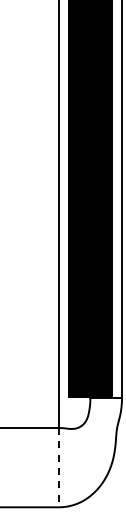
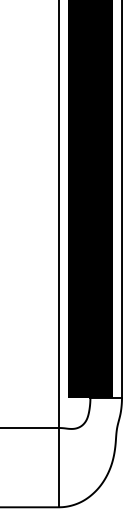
line at (58, 467): dashed -> solid
